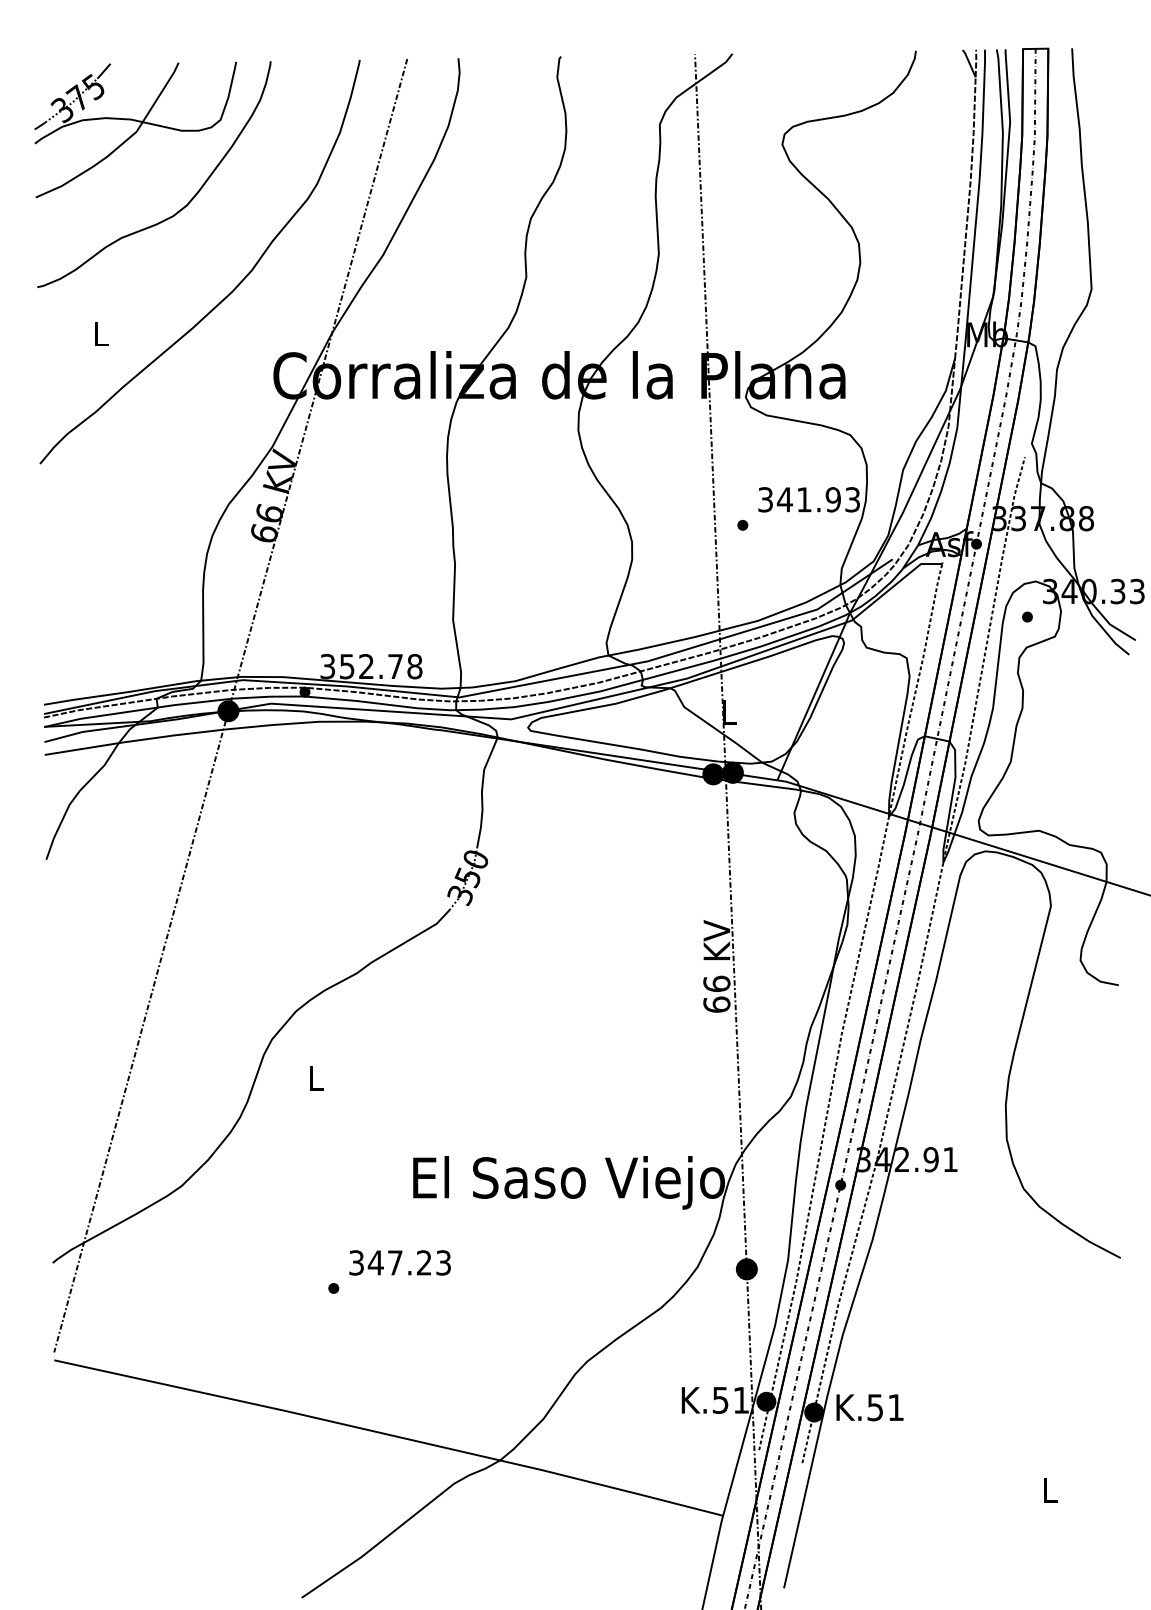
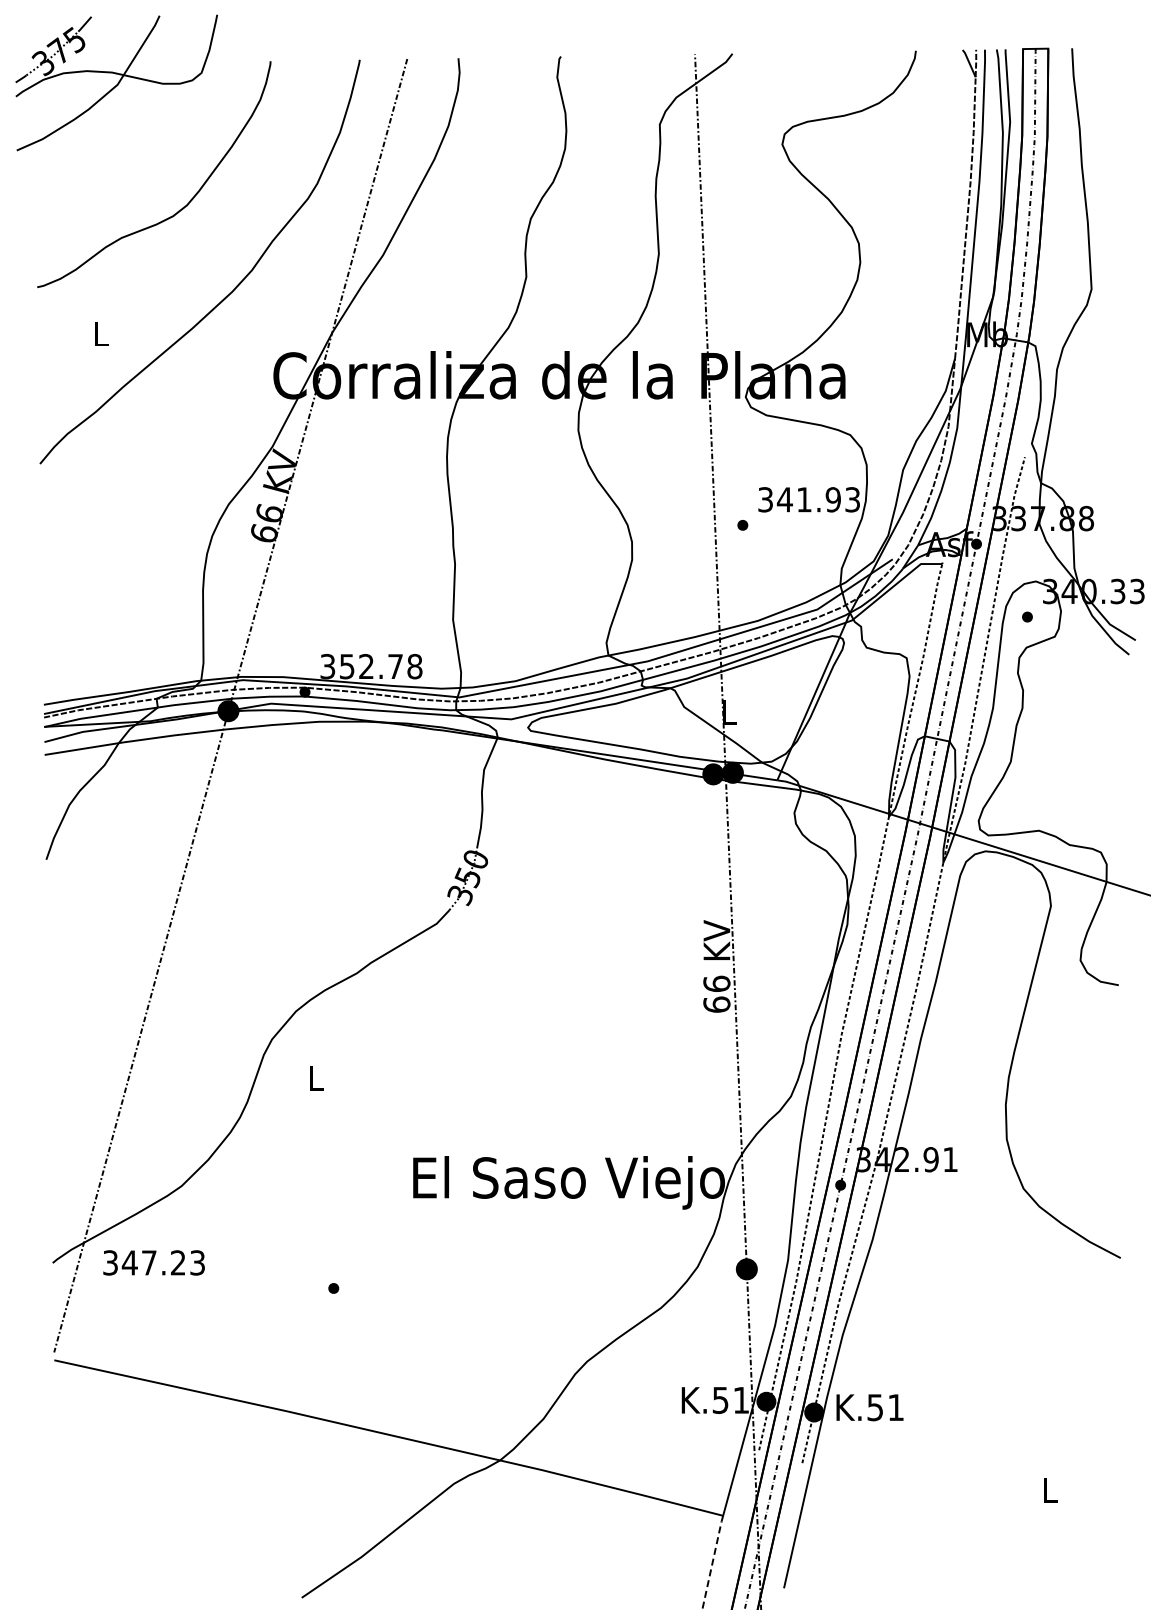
part at (135, 129) position: (135, 129) -> (116, 82)
text at (399, 1262) position: (399, 1262) -> (153, 1262)
line at (712, 1562): solid -> dashed
